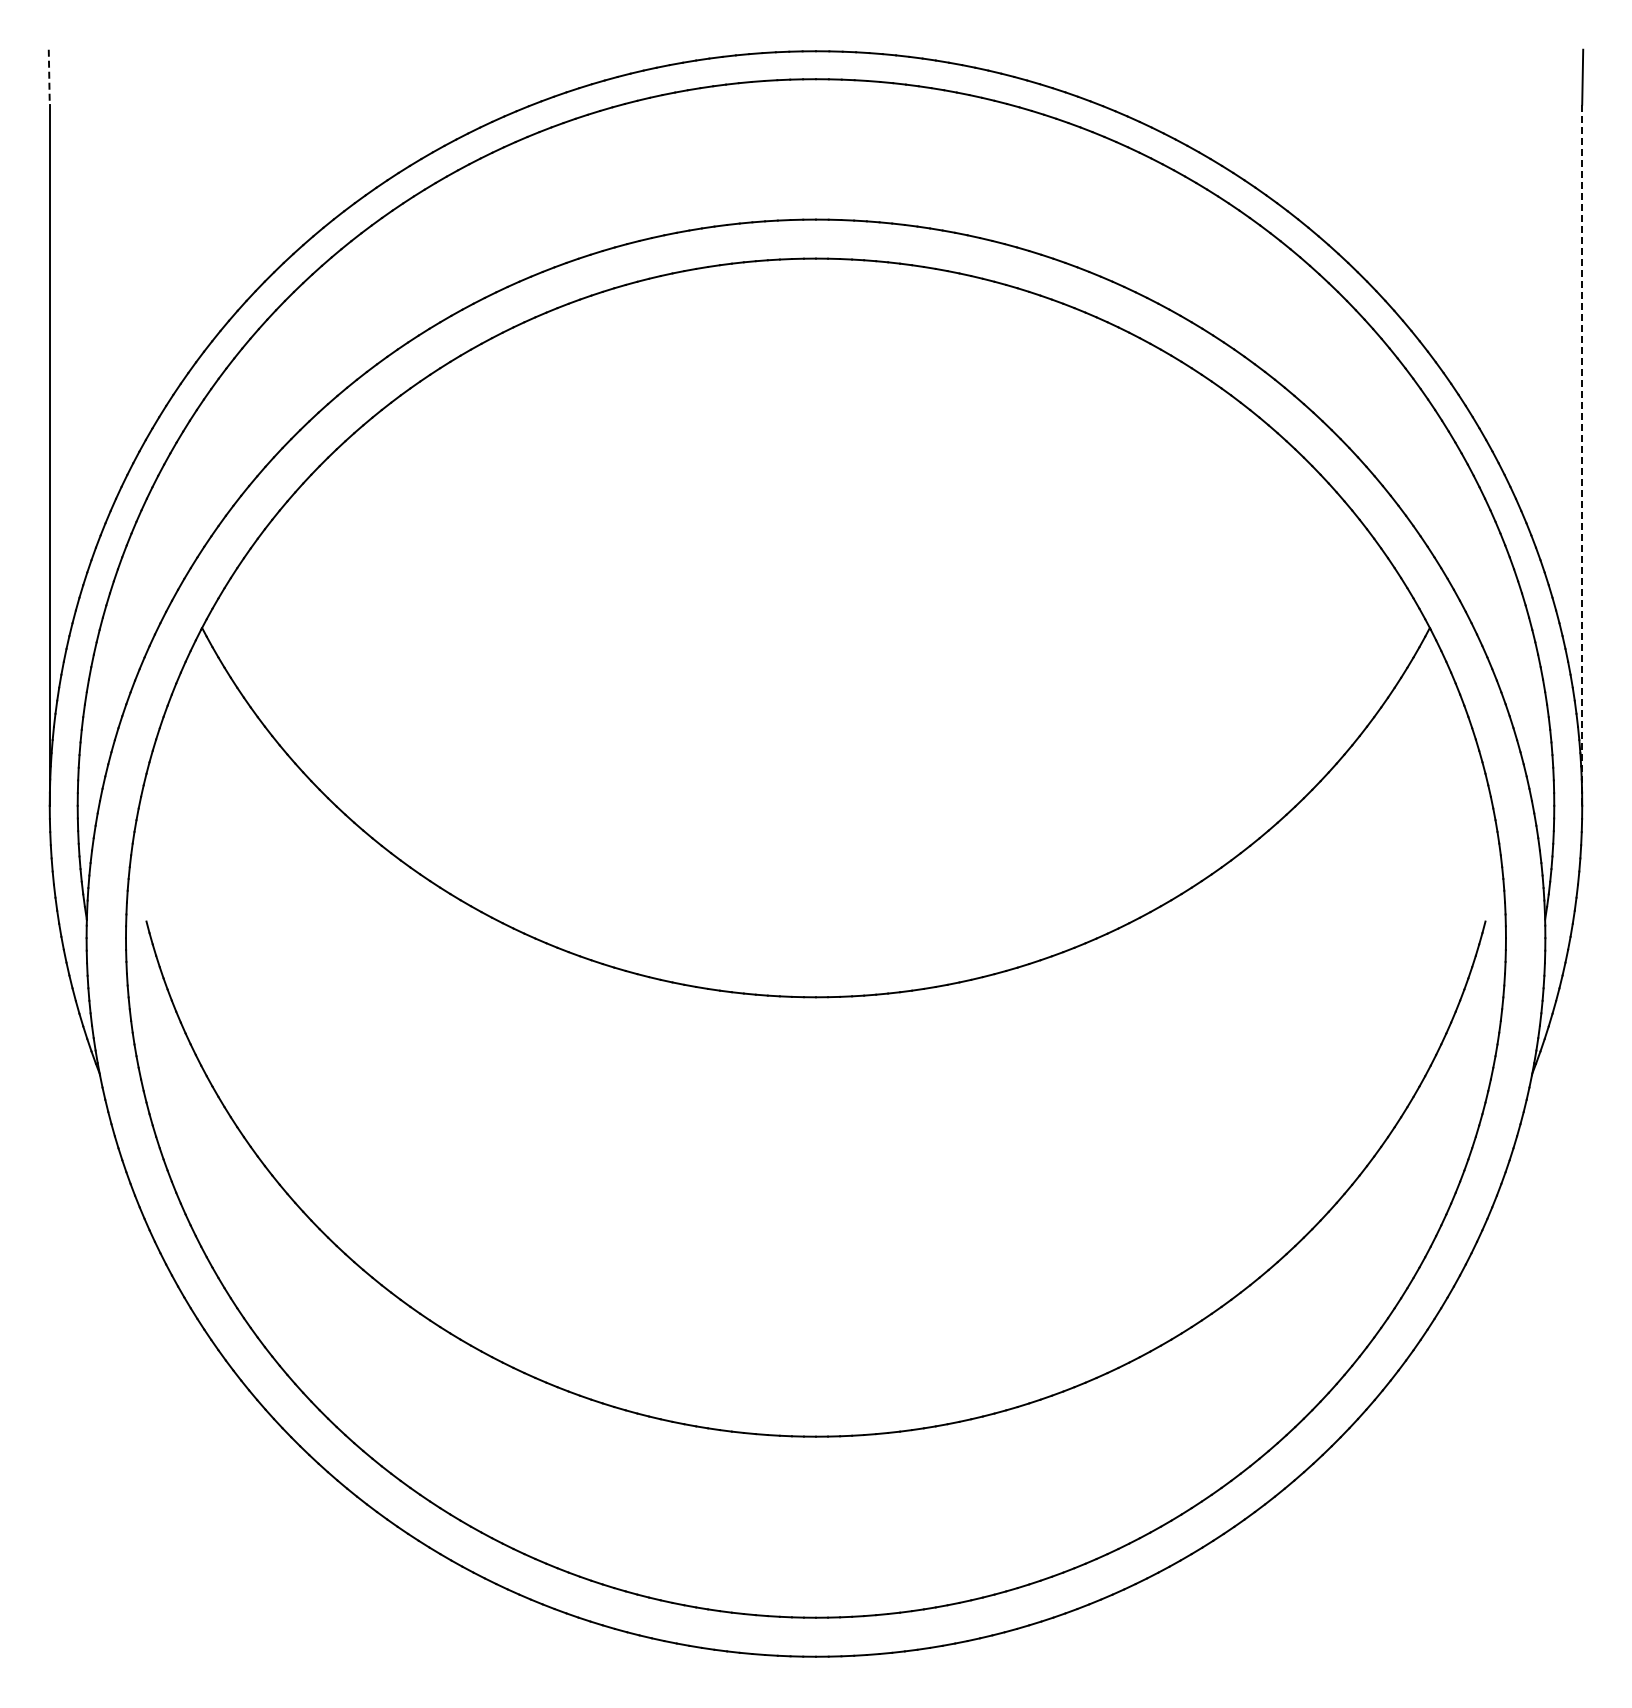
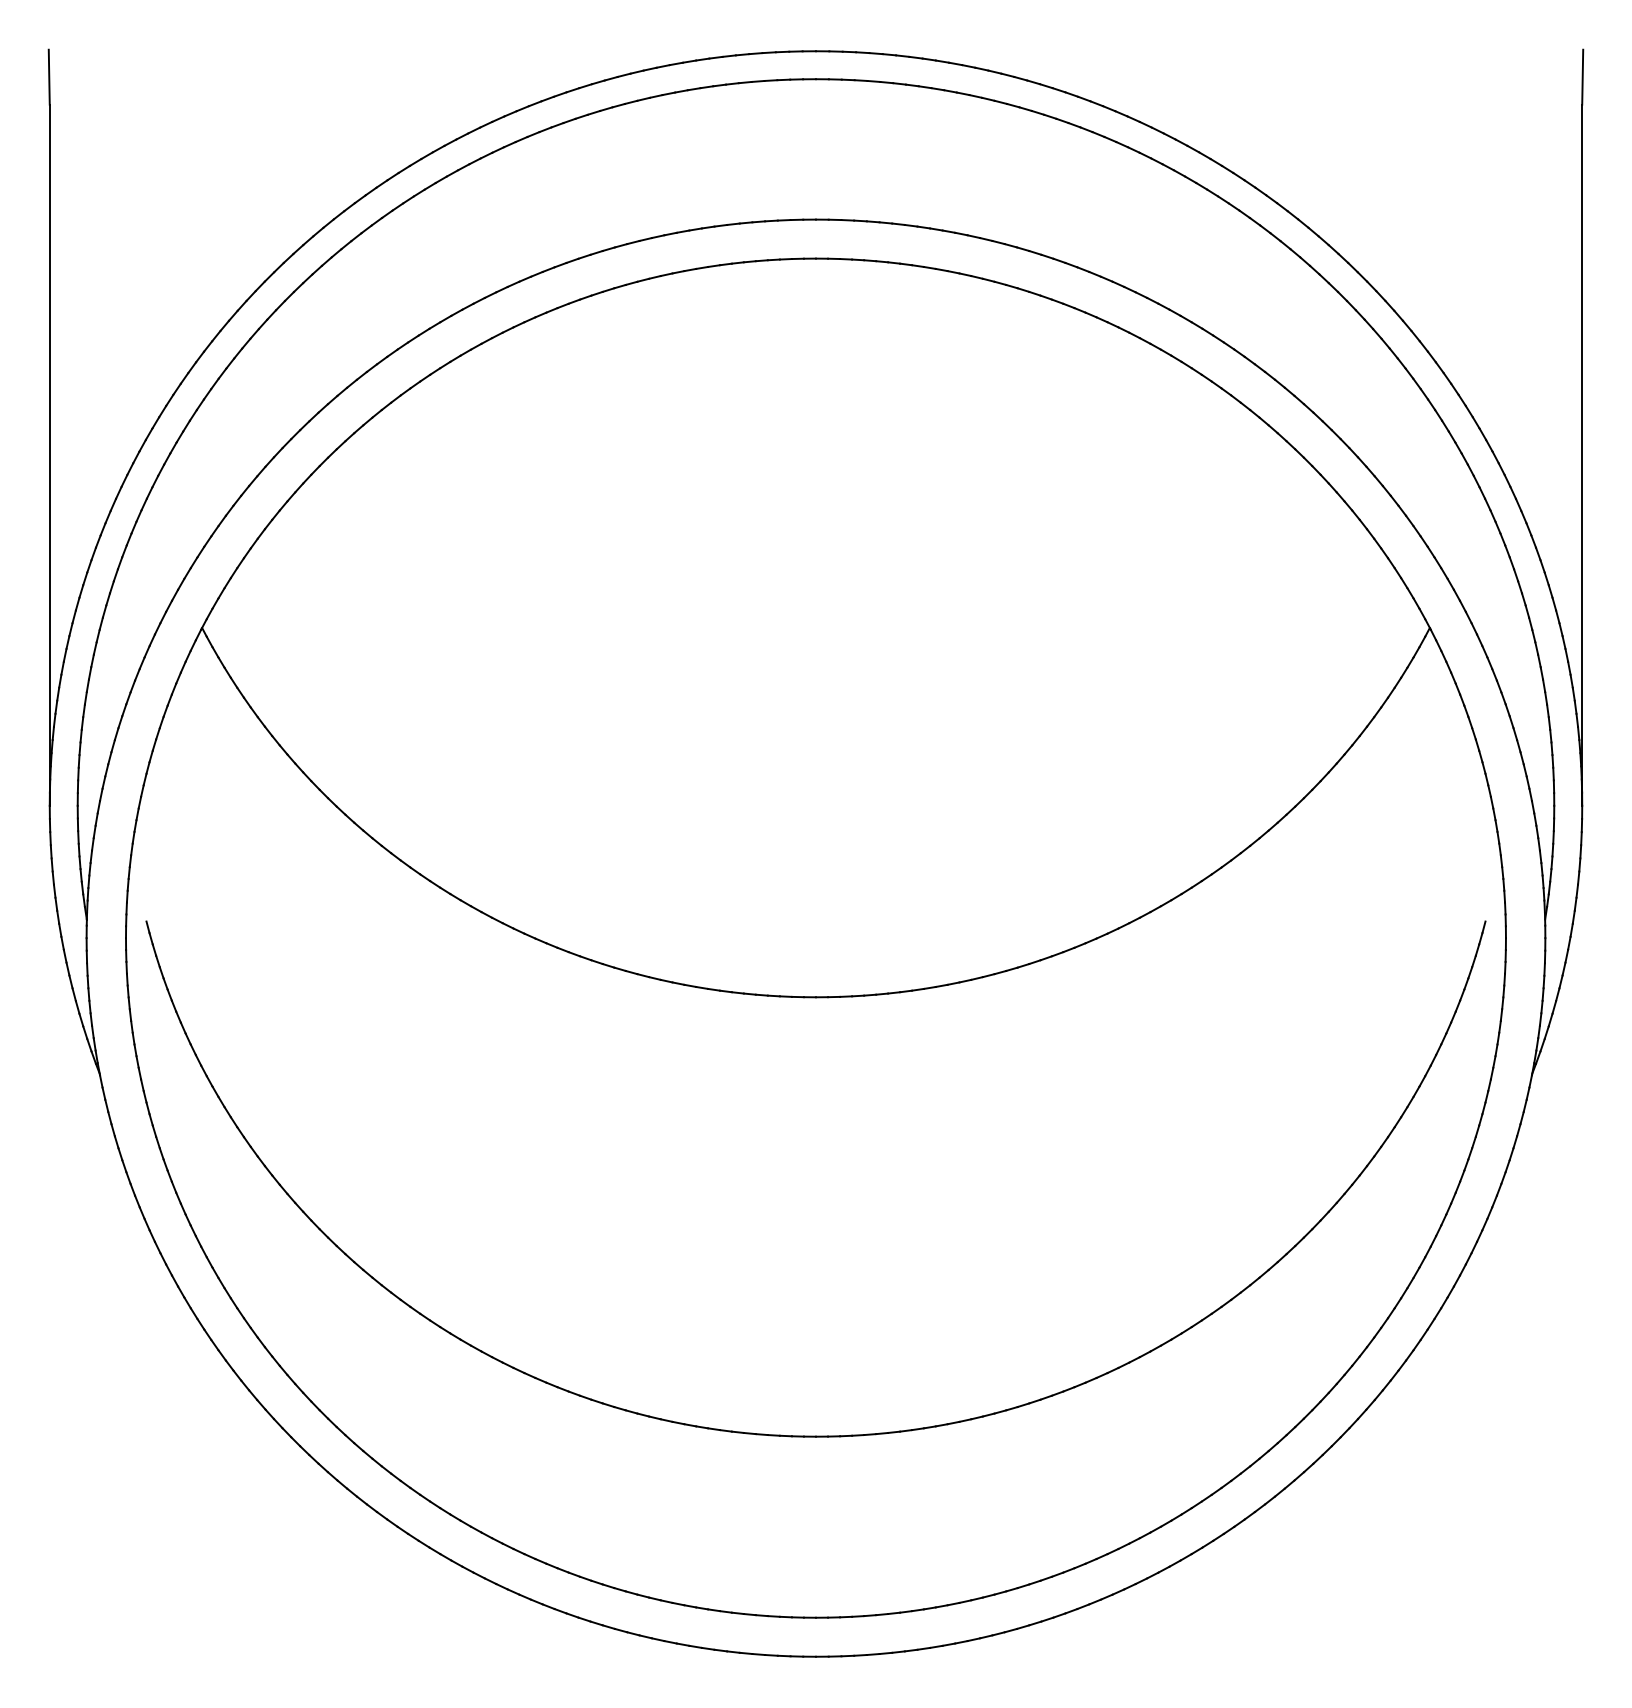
line at (49, 77): dashed -> solid
line at (1582, 455): dashed -> solid
